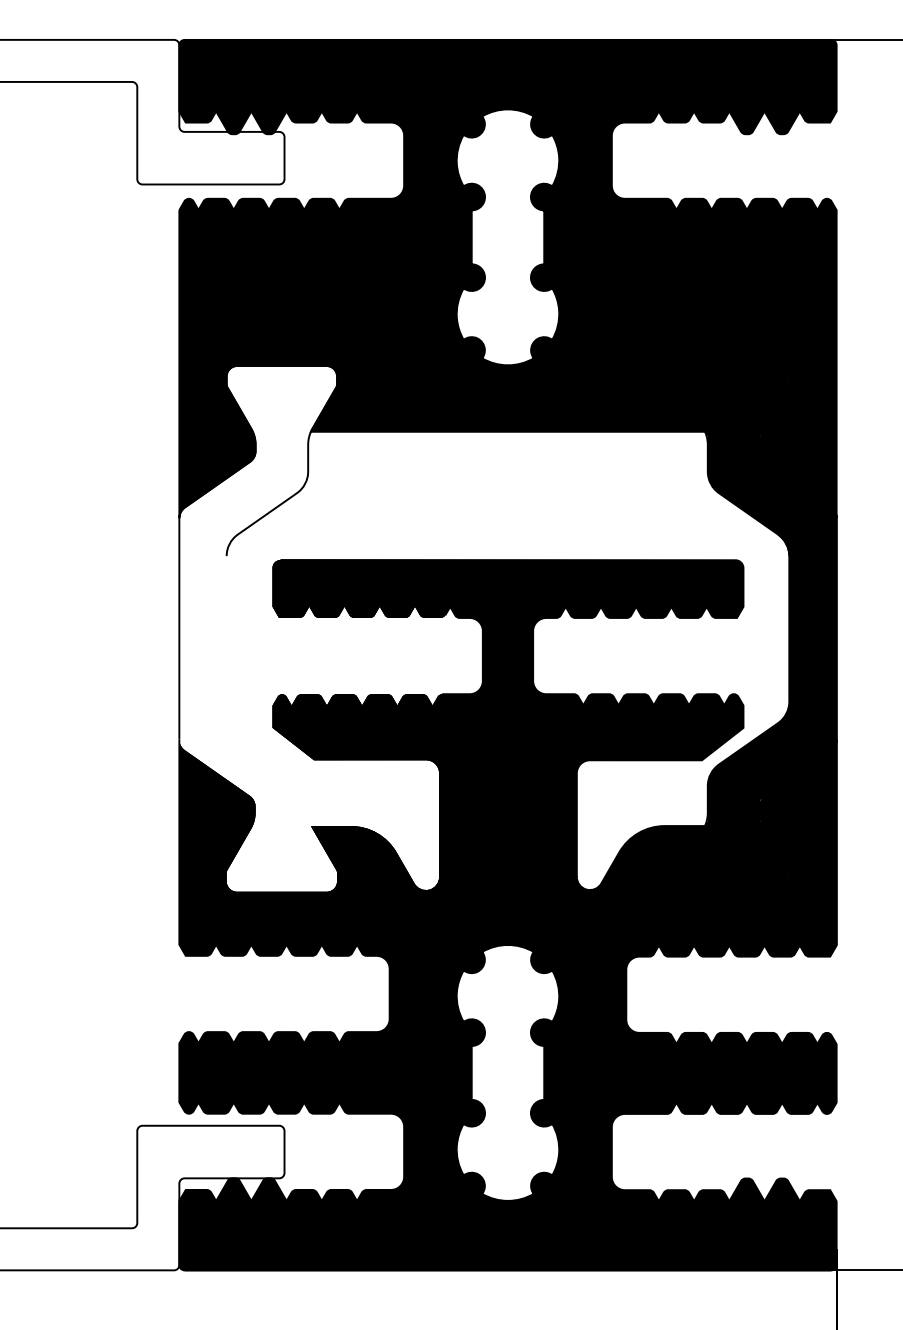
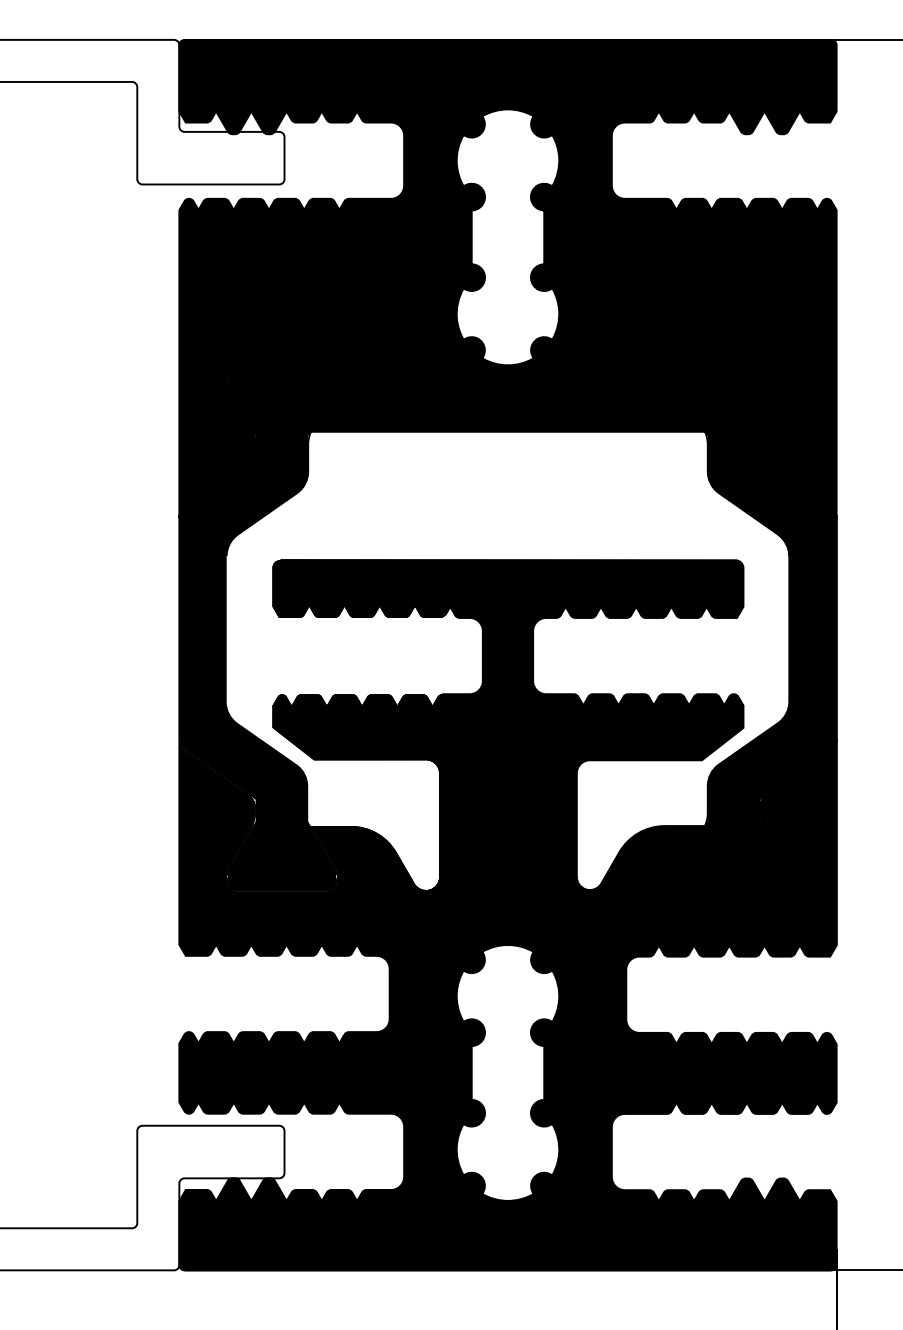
fill at (258, 628): none -> present
